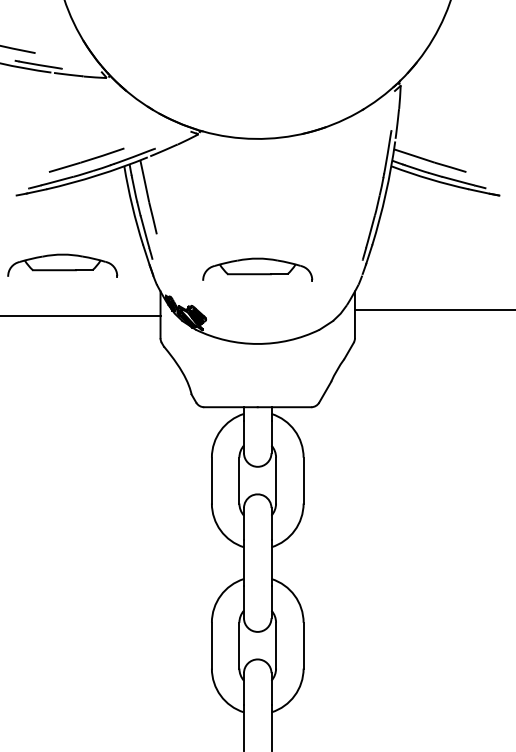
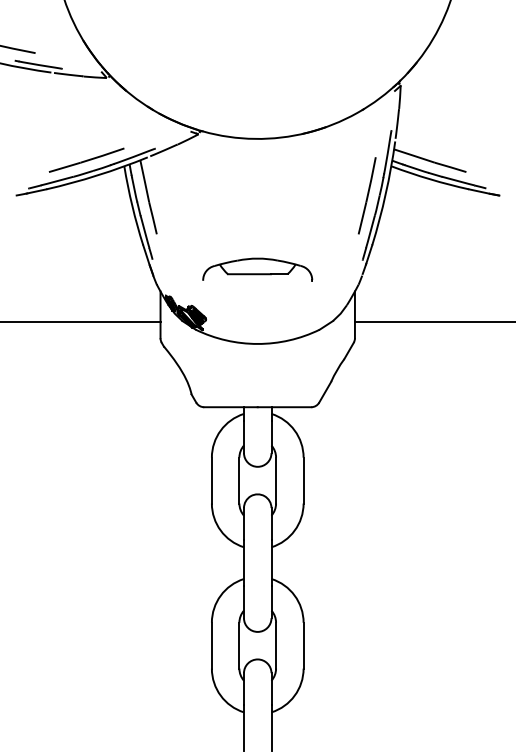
line at (366, 195): none -> present
part at (62, 265): present -> none
line at (433, 310) position: (433, 310) -> (433, 322)
line at (81, 316) position: (81, 316) -> (81, 322)
